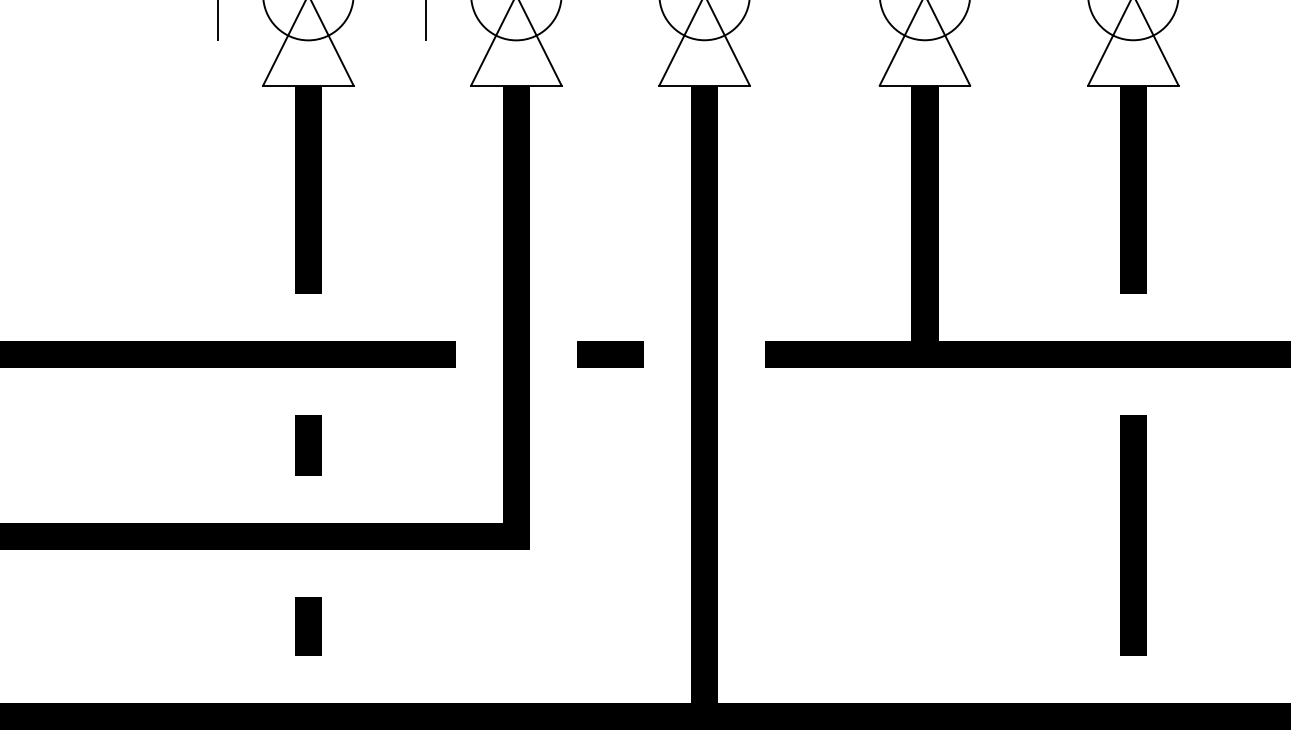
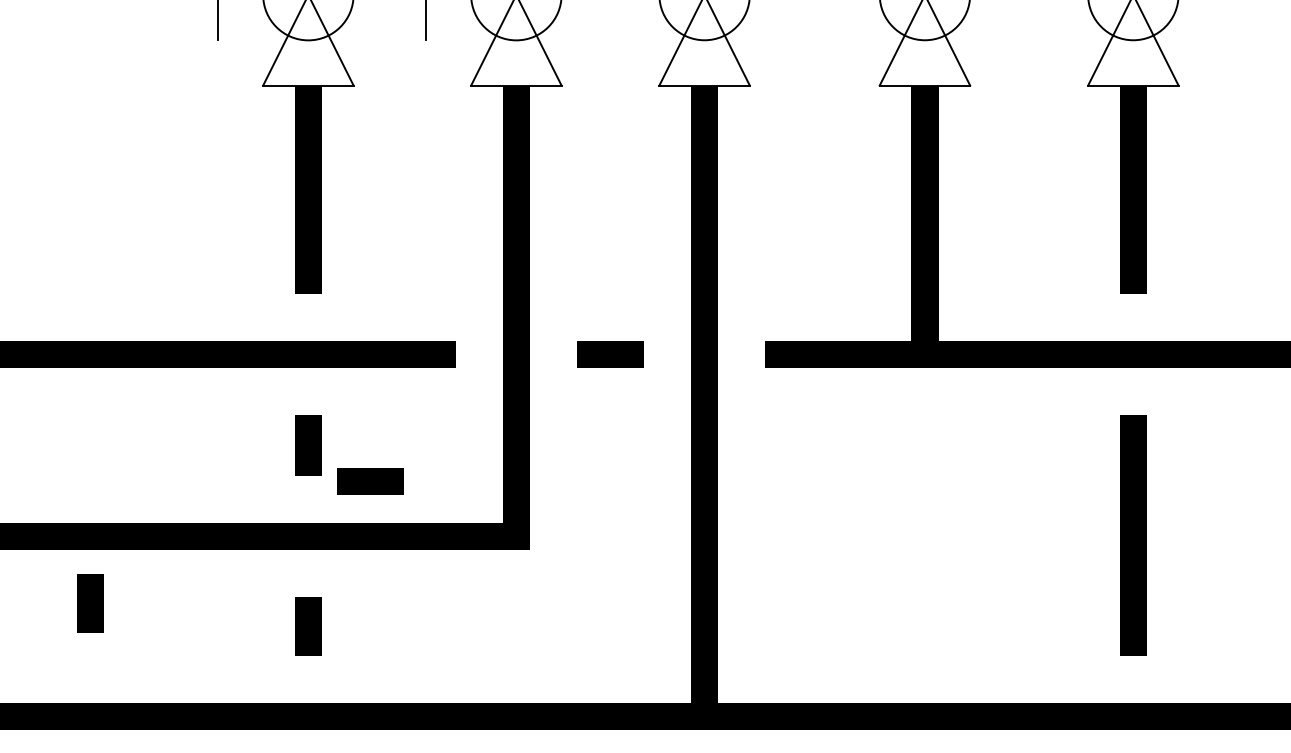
line at (370, 481): none -> present
line at (90, 603): none -> present
